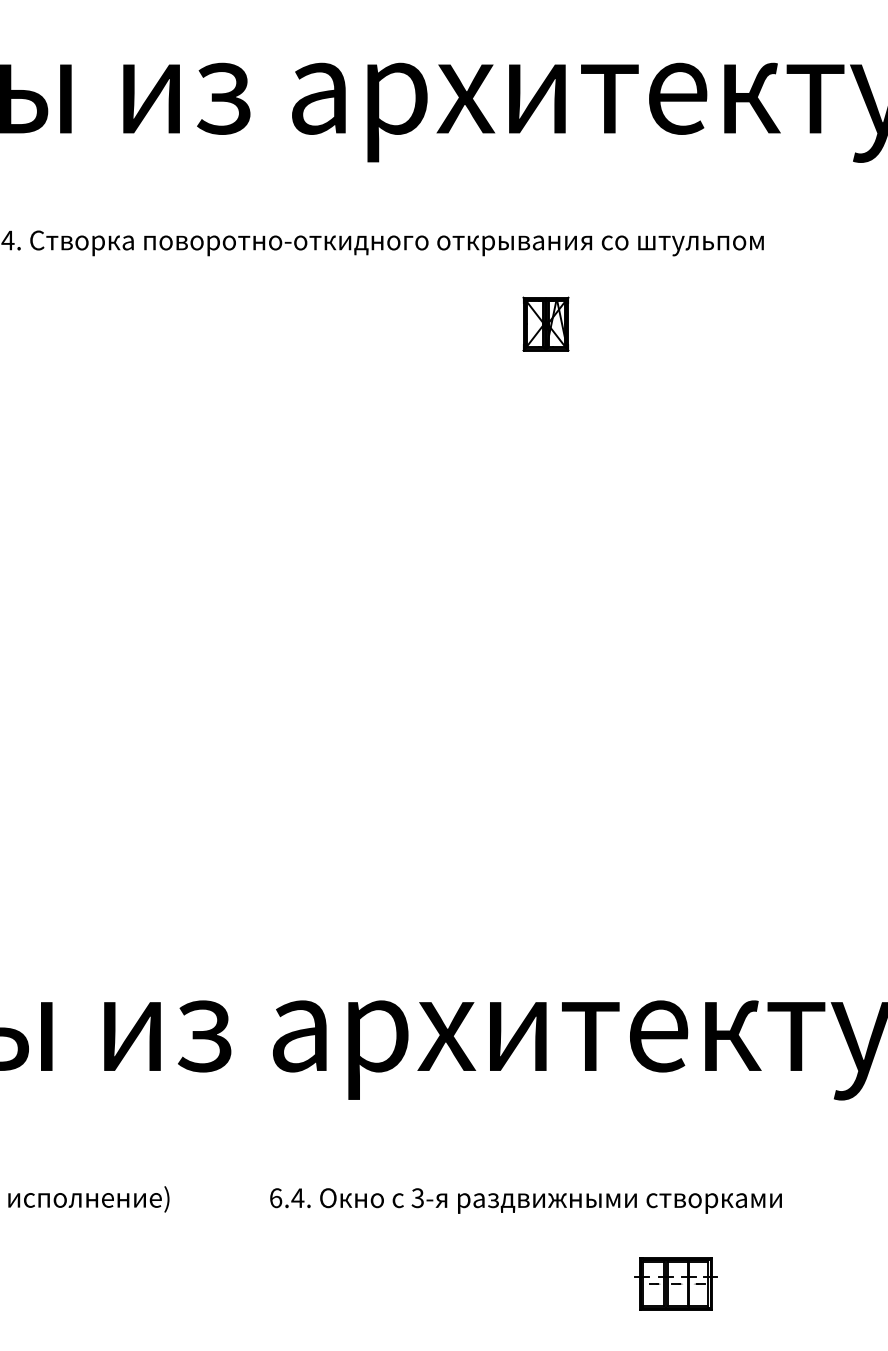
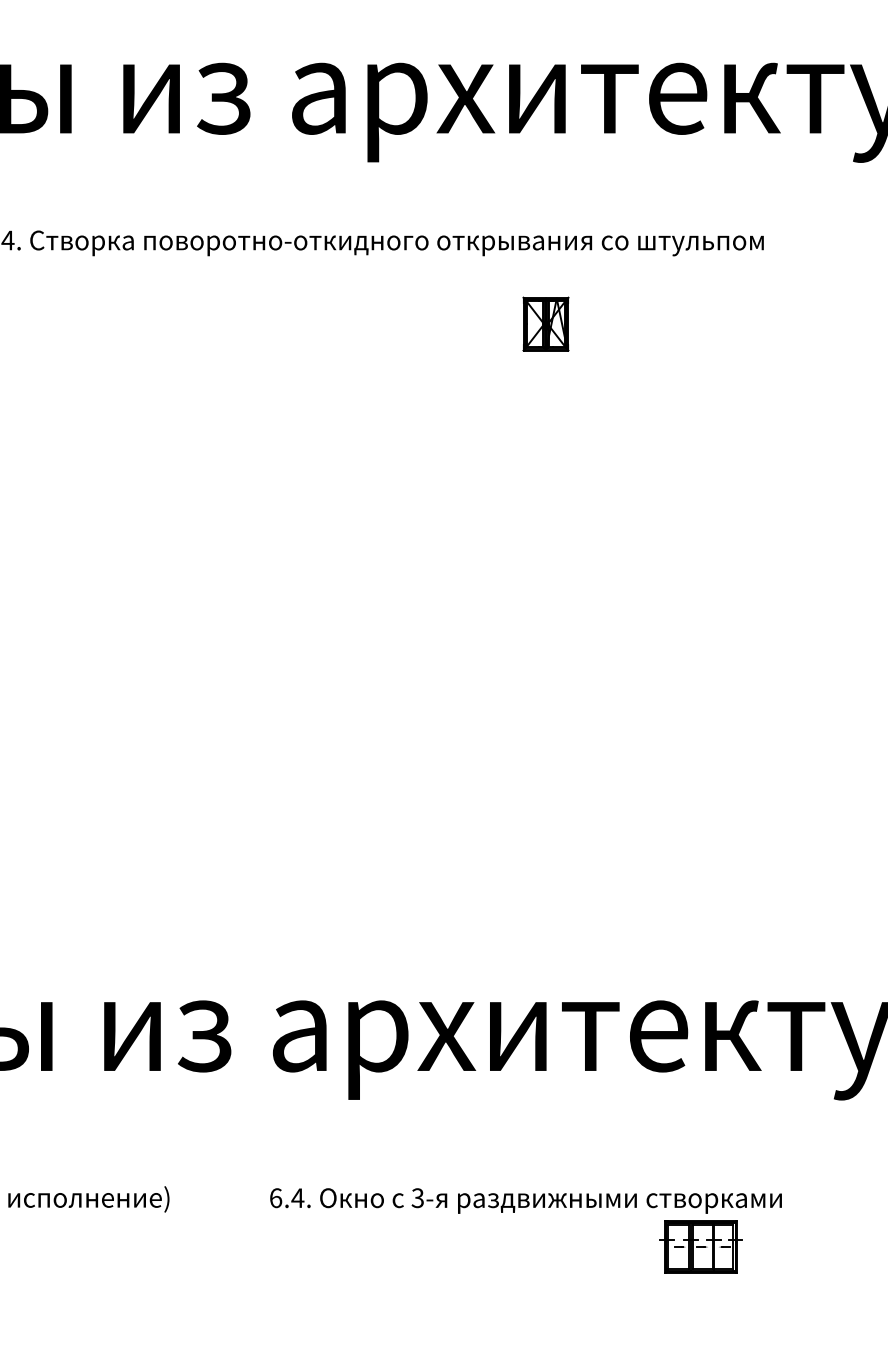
part at (675, 1283) position: (675, 1283) -> (700, 1246)
